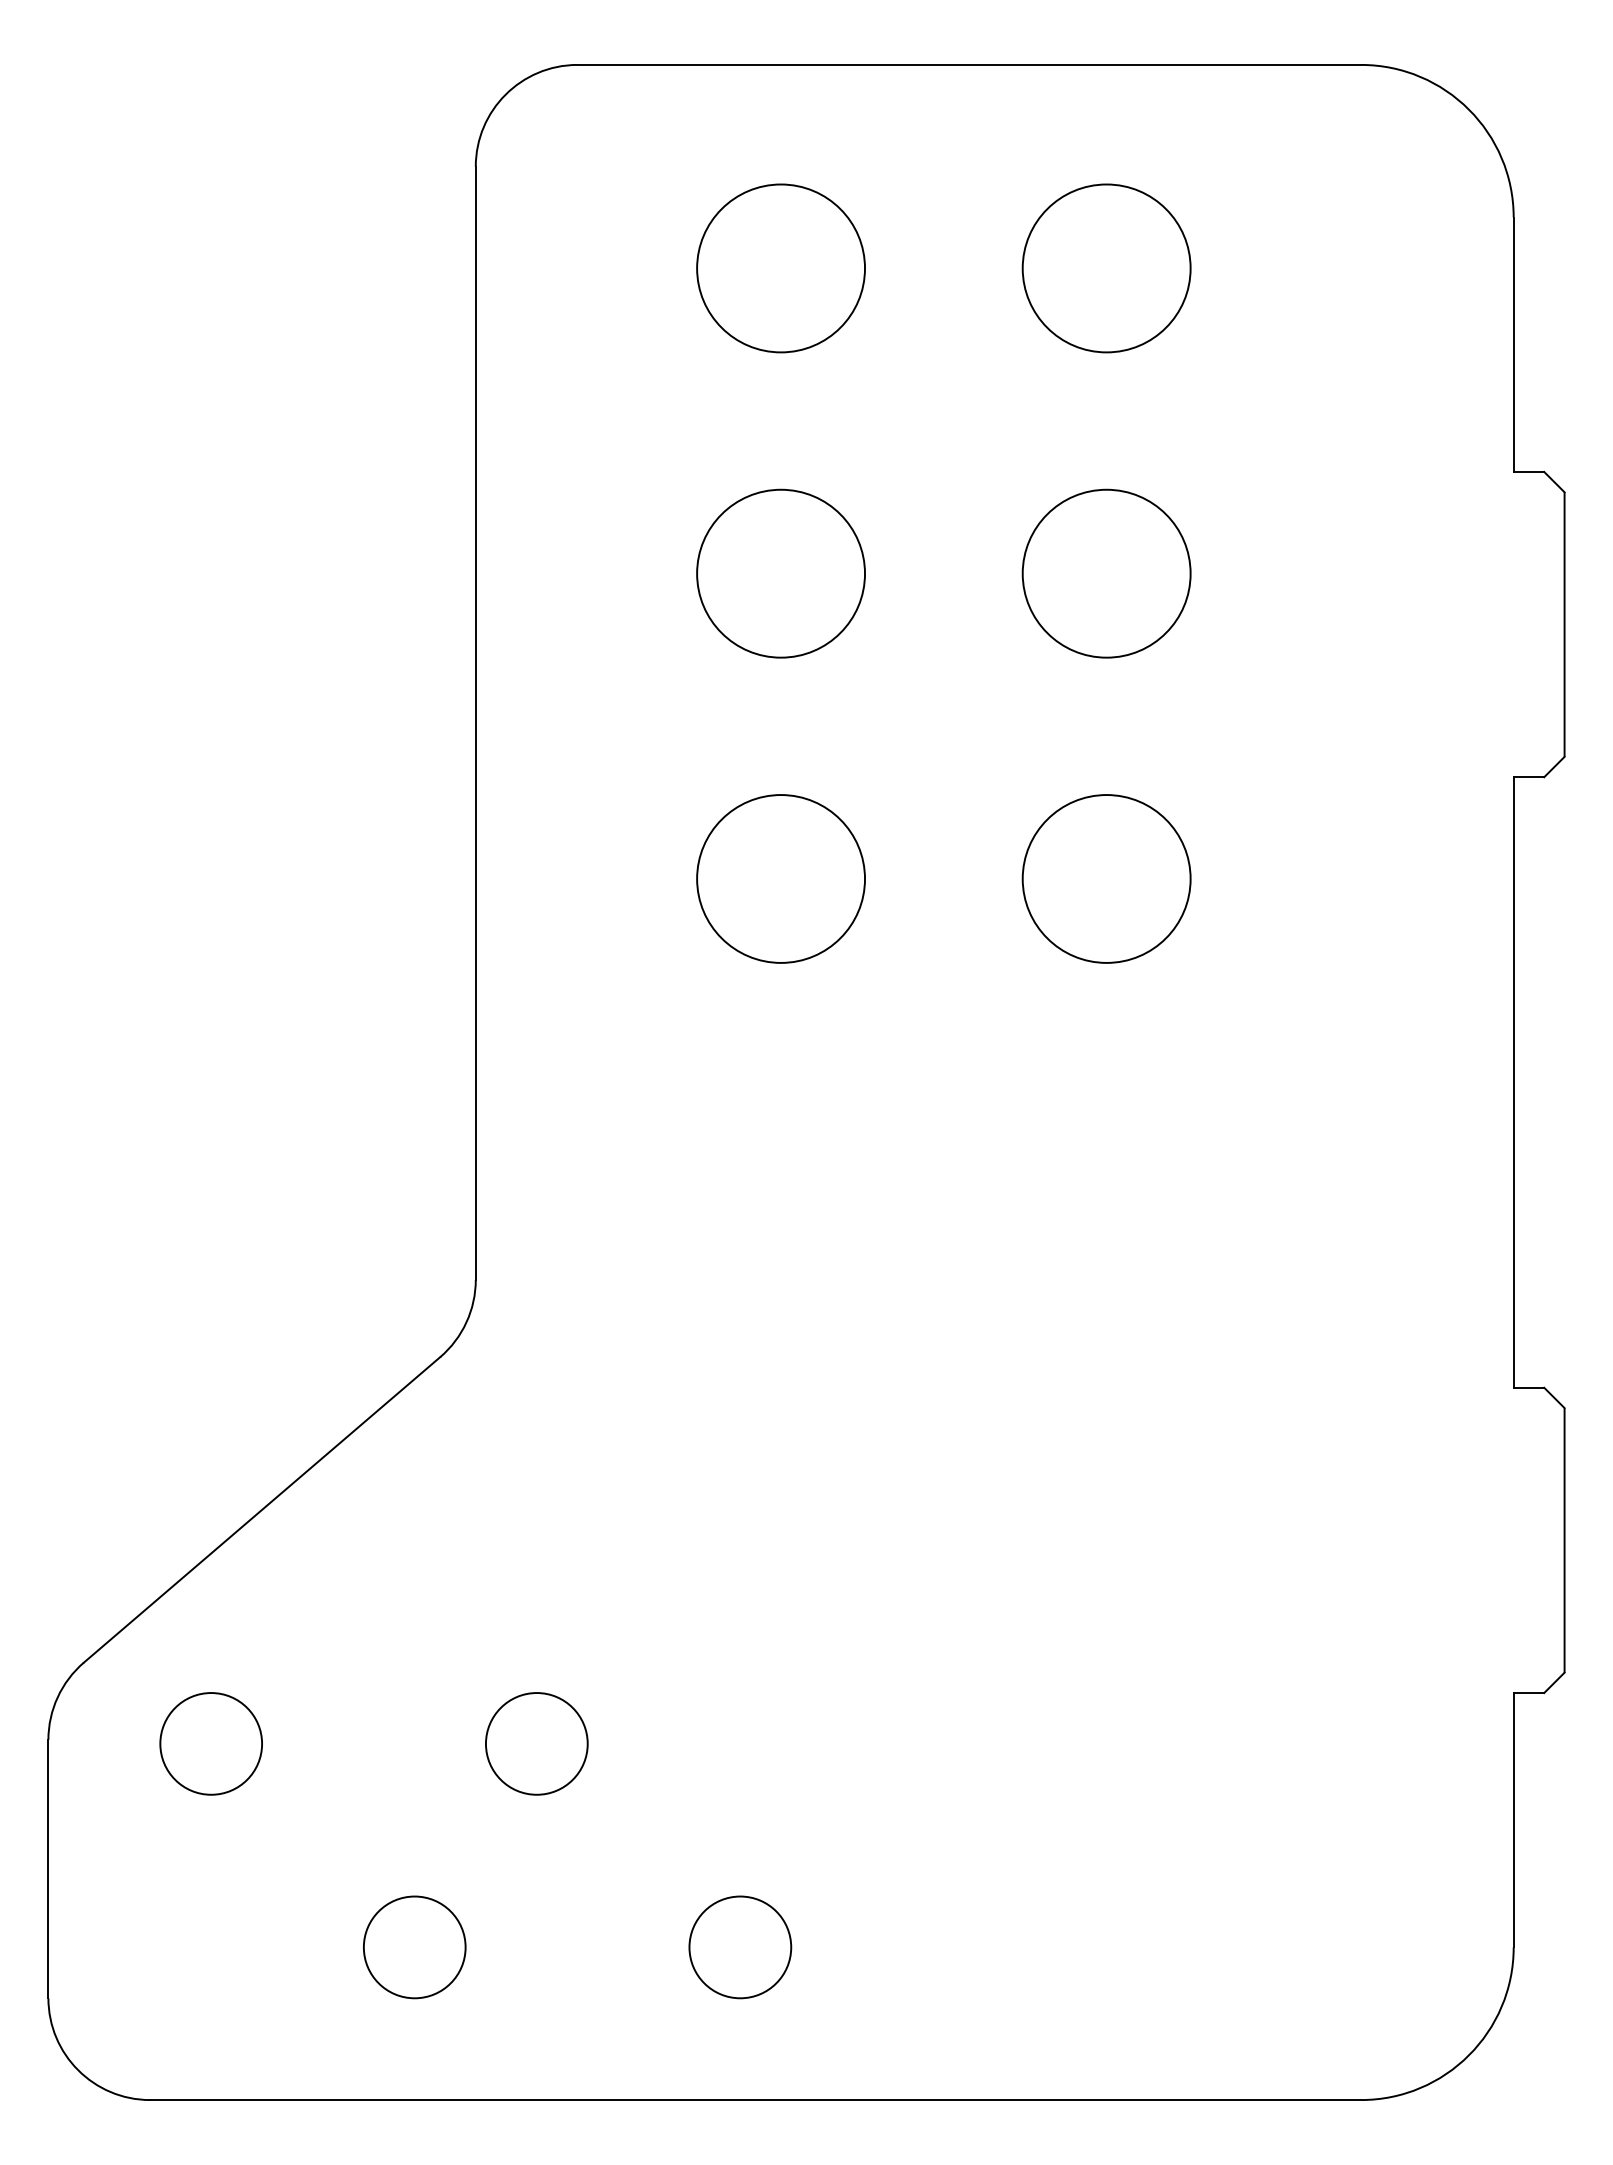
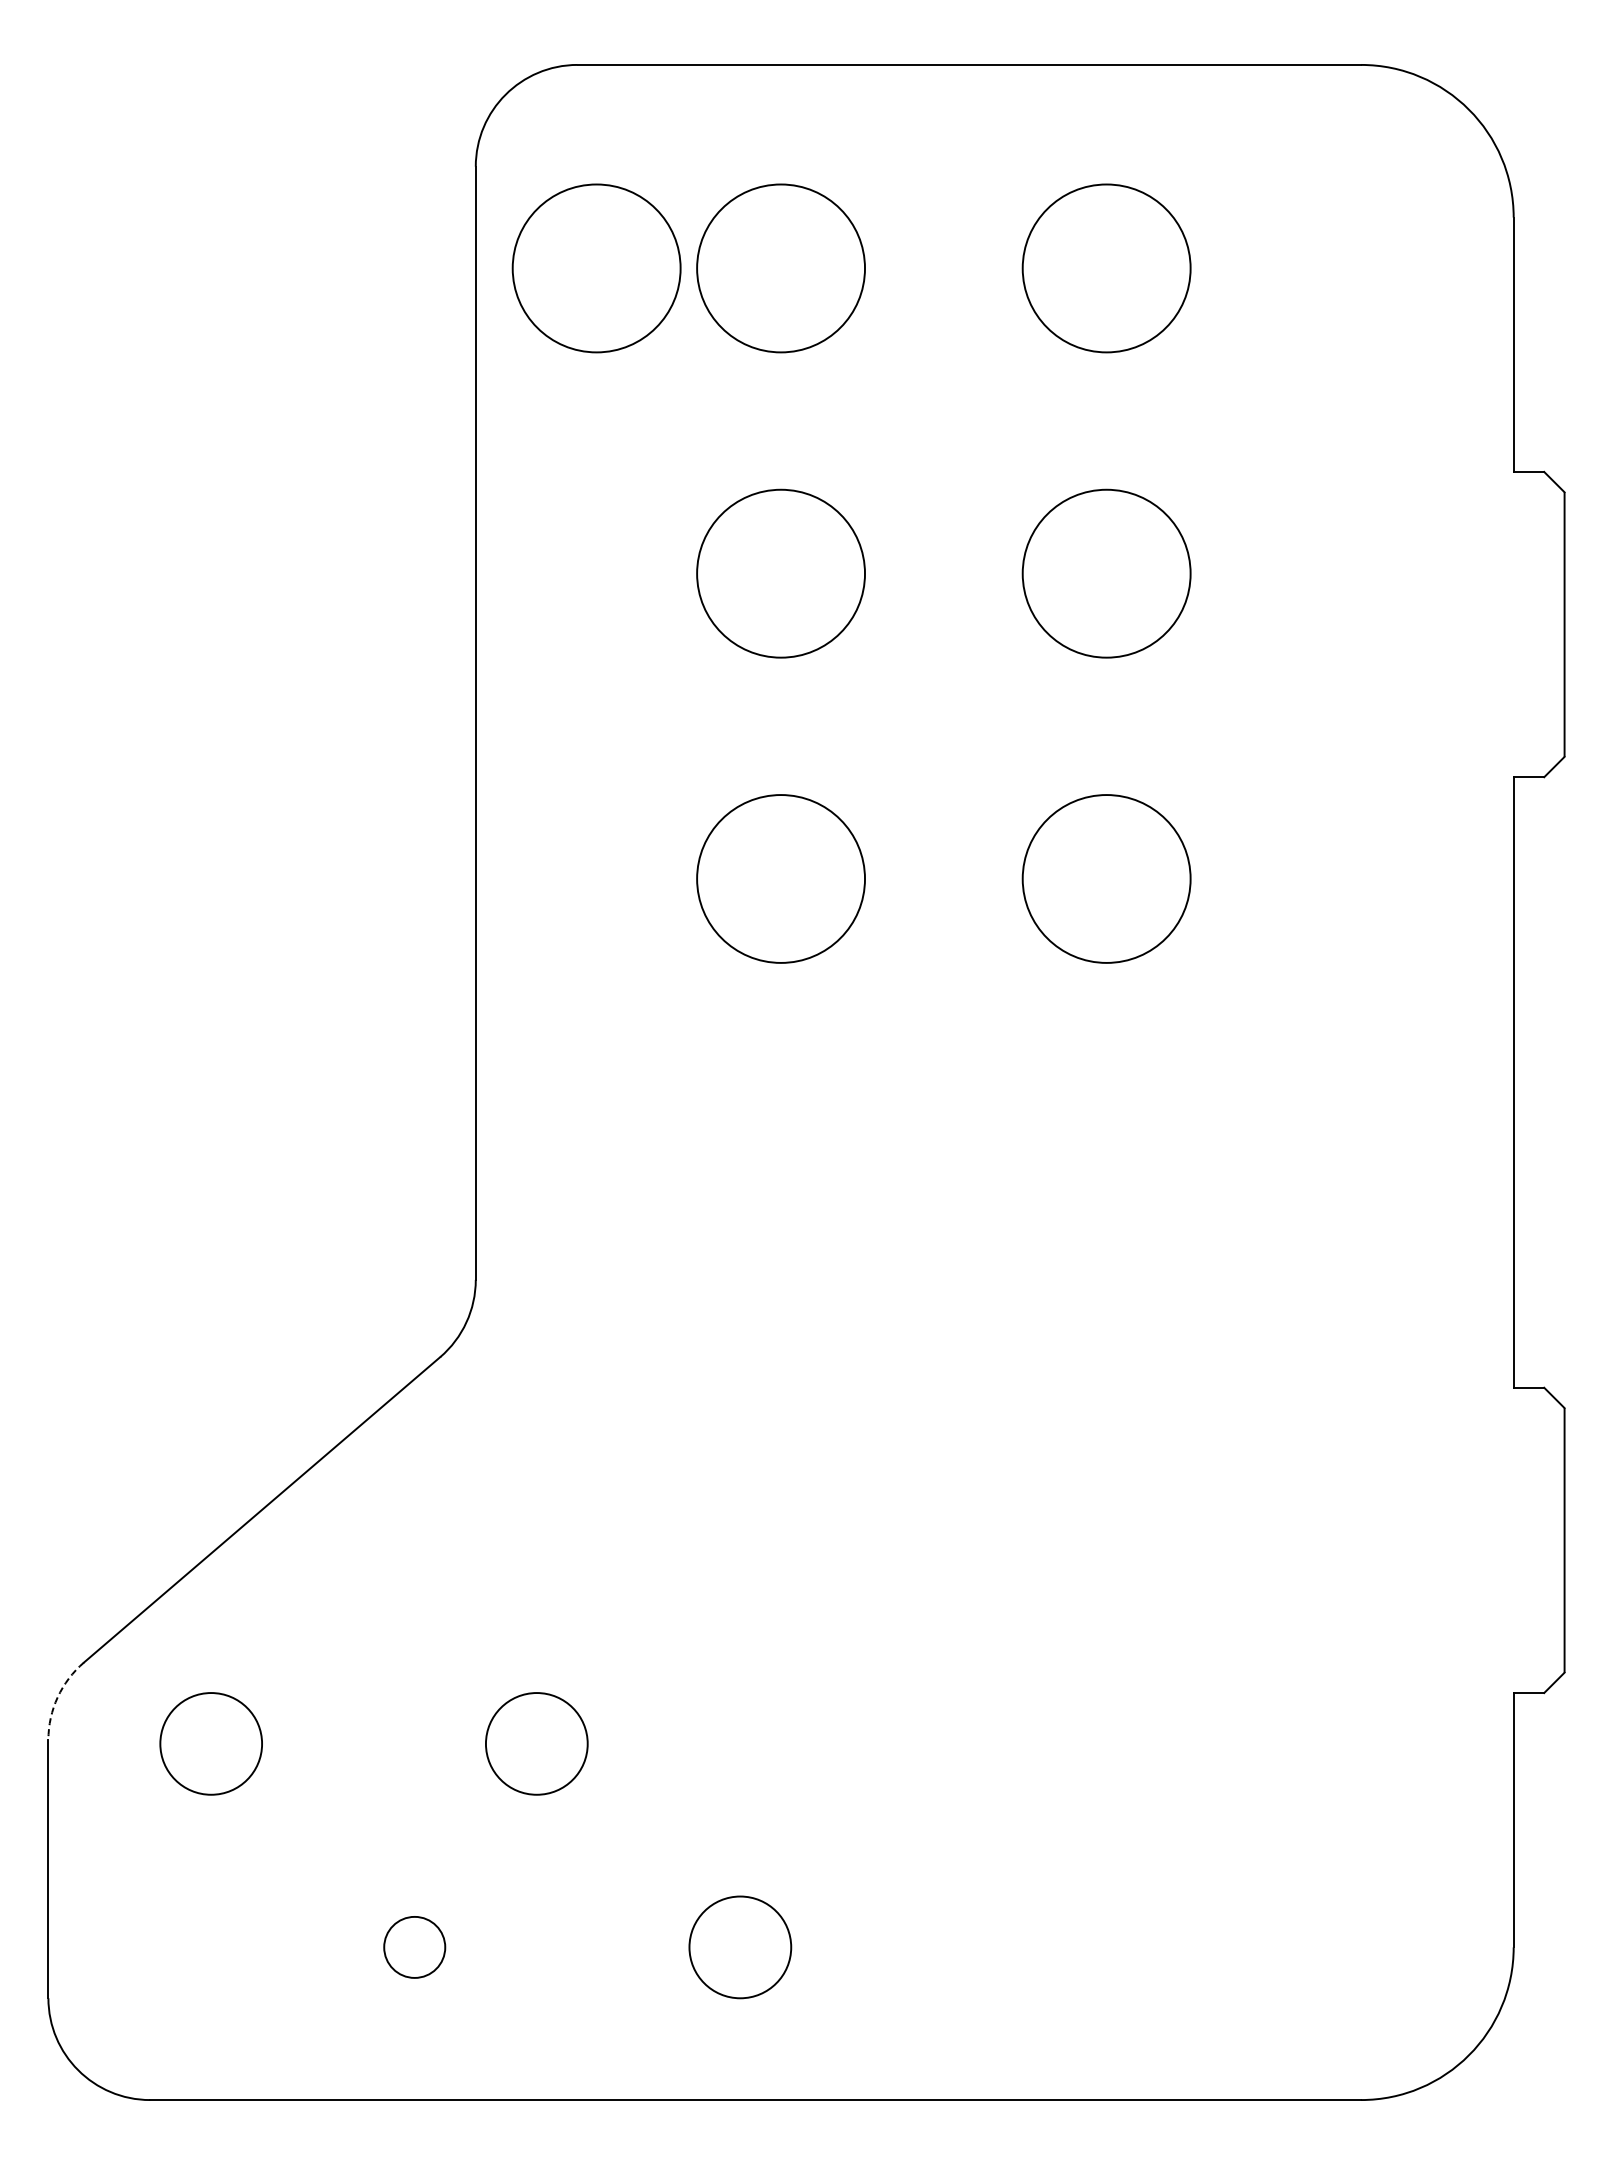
circle at (596, 268): none -> present
arc at (57, 1697): solid -> dashed
circle at (414, 1947) diameter: 102 px -> 61 px
